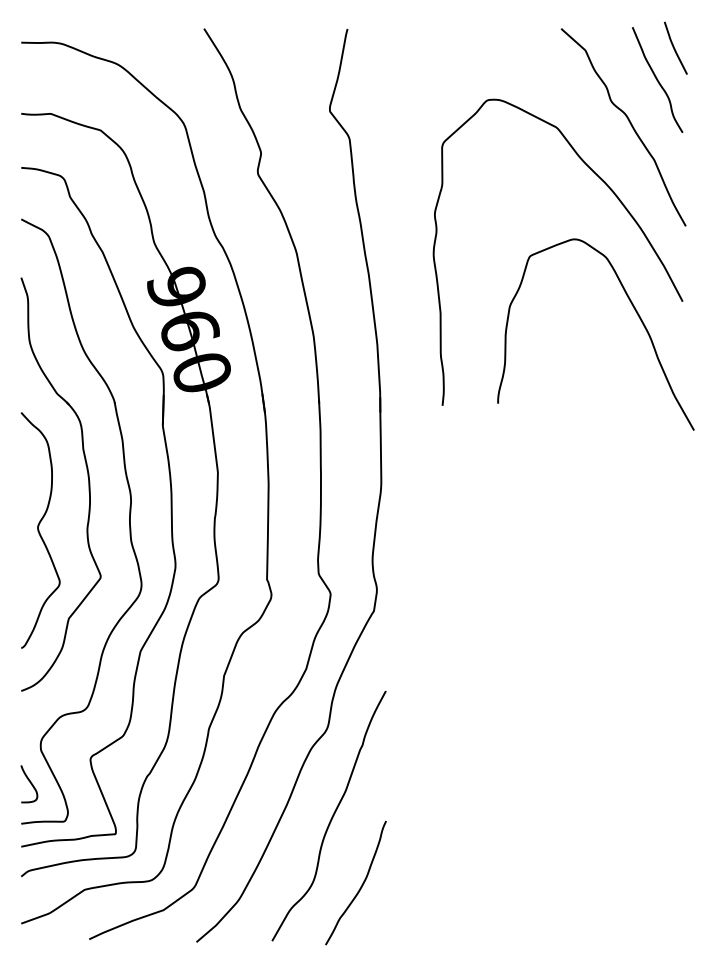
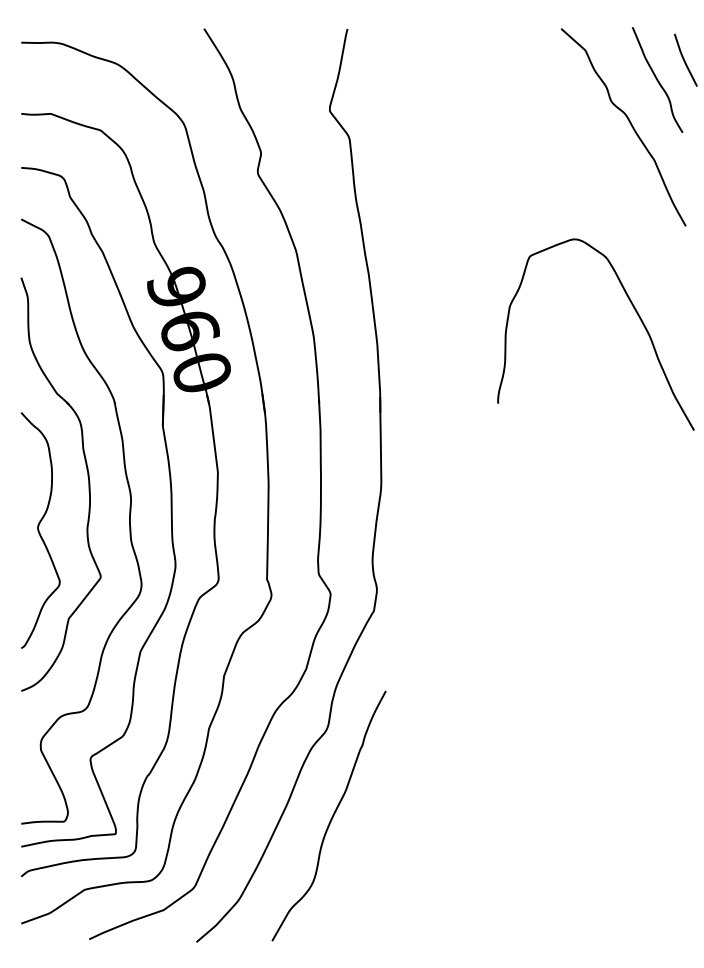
curve at (674, 47) position: (674, 47) -> (684, 59)
curve at (621, 204): present -> none
curve at (30, 784): present -> none
curve at (361, 884): present -> none
